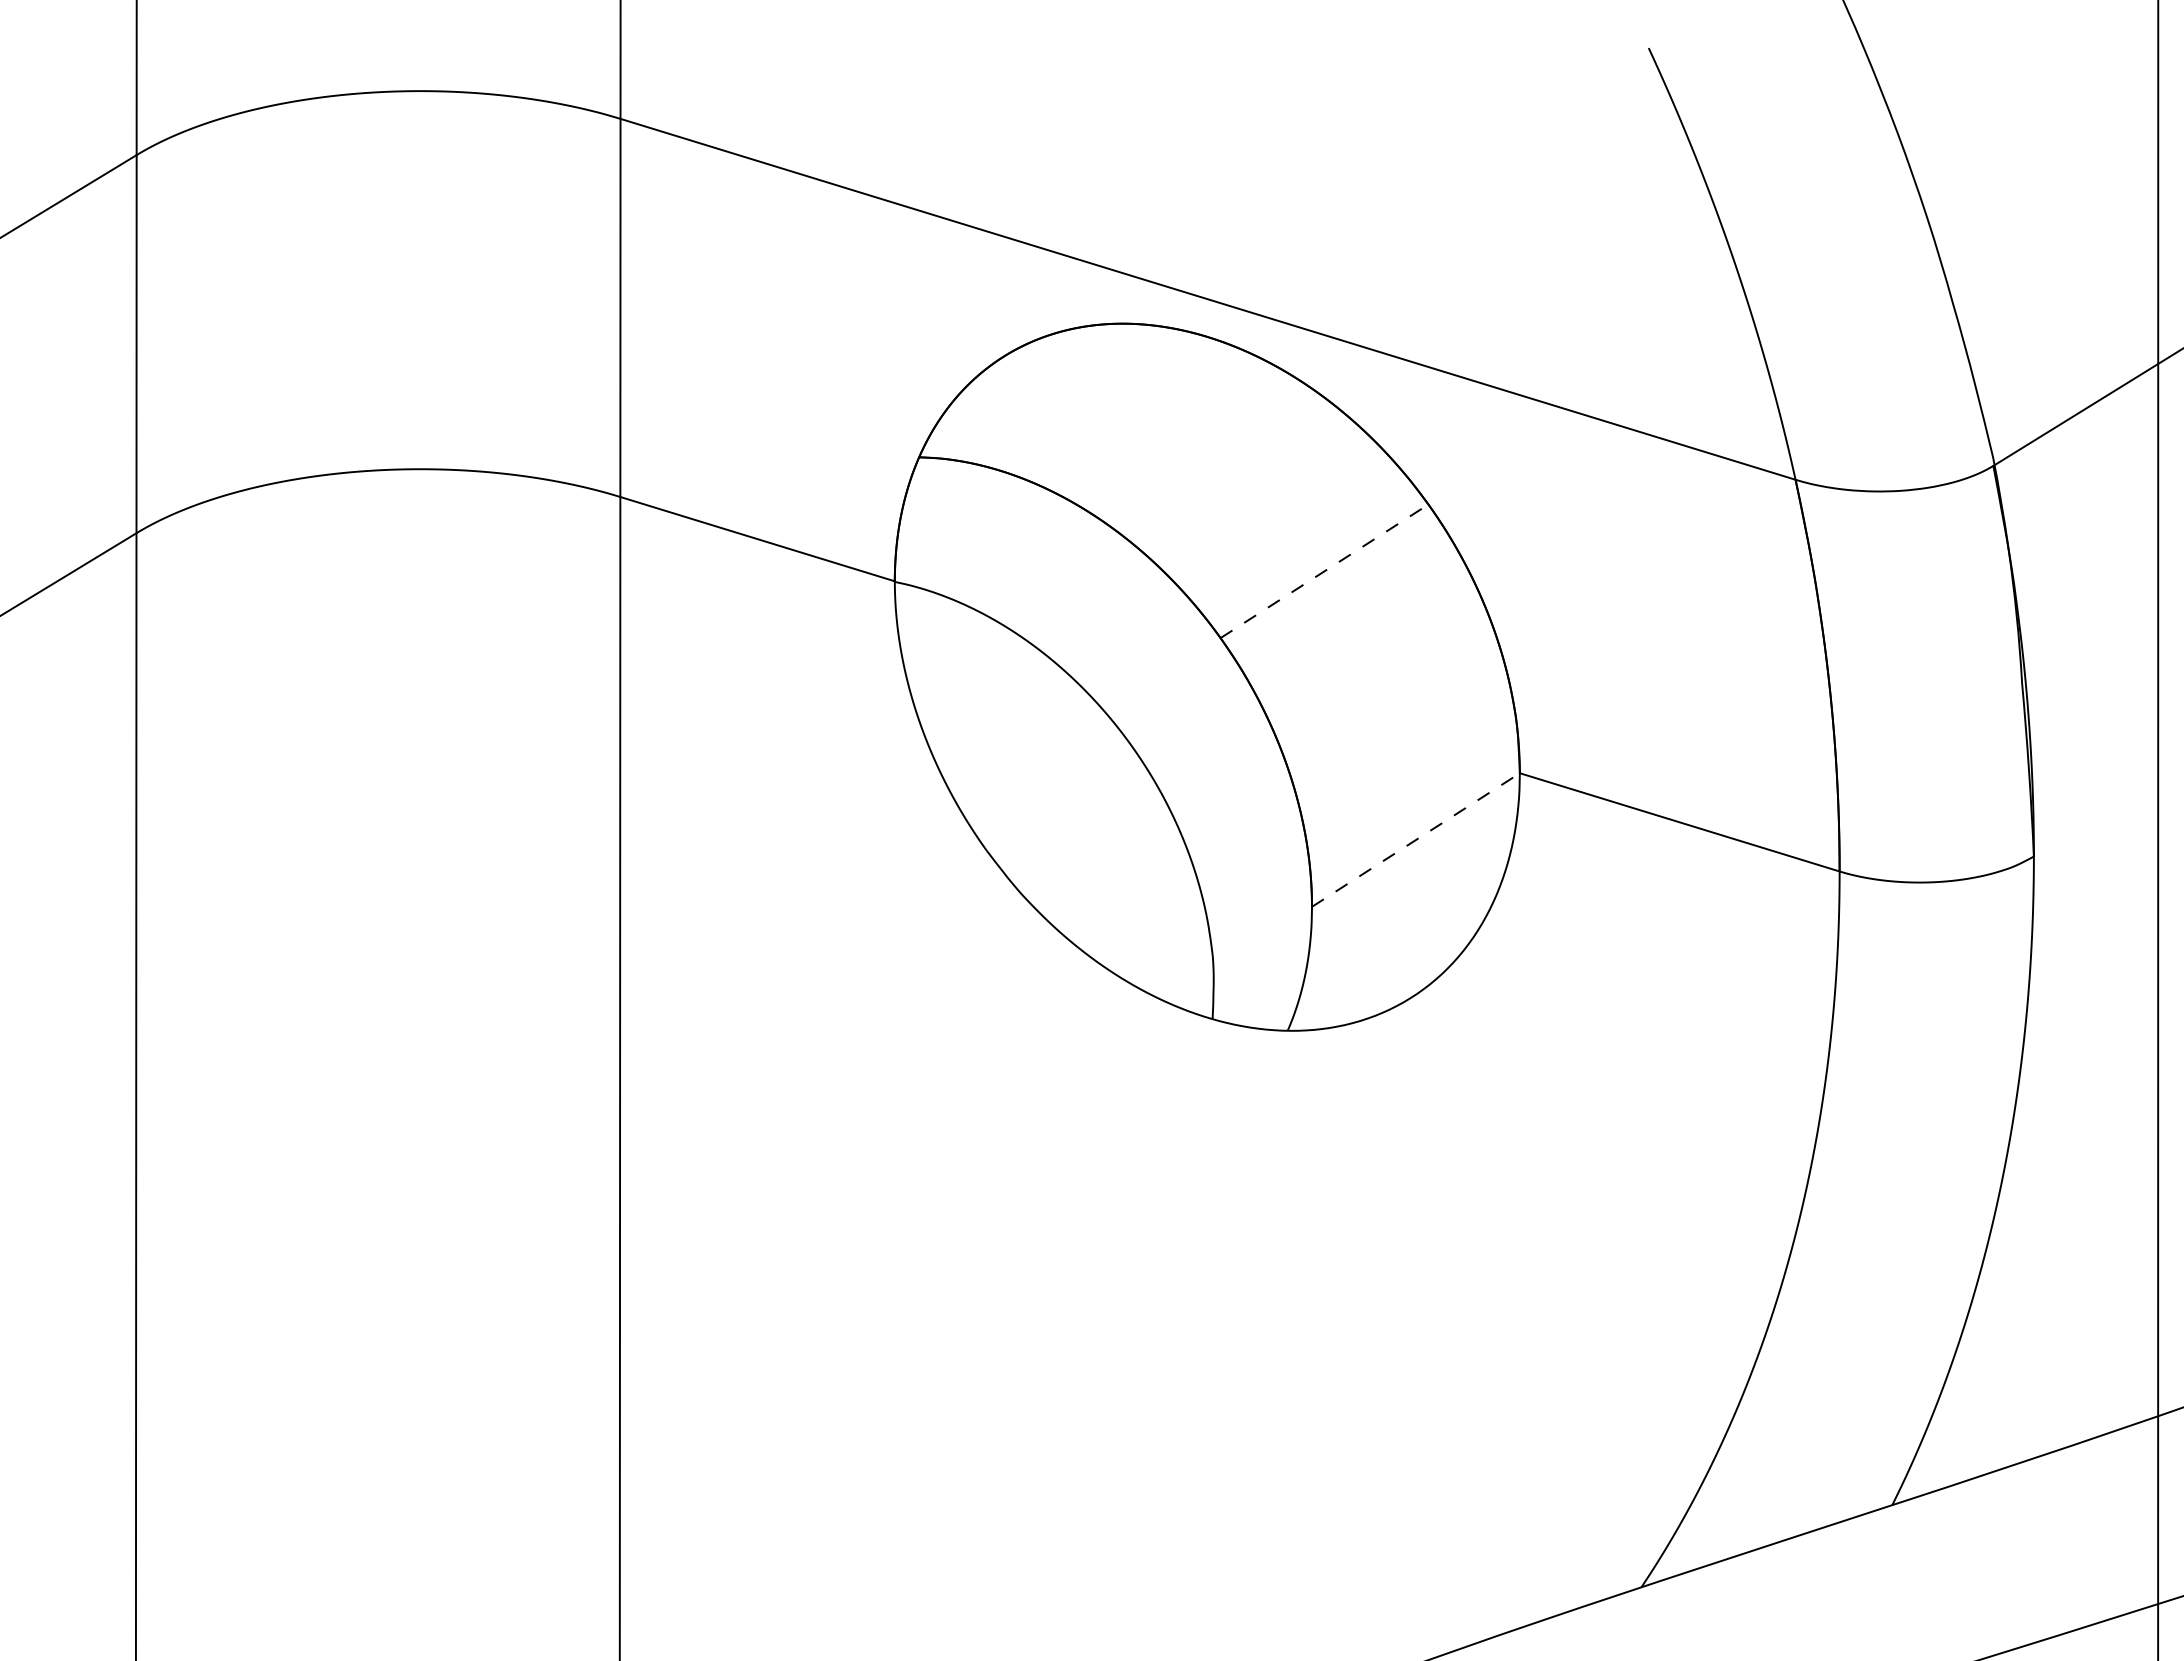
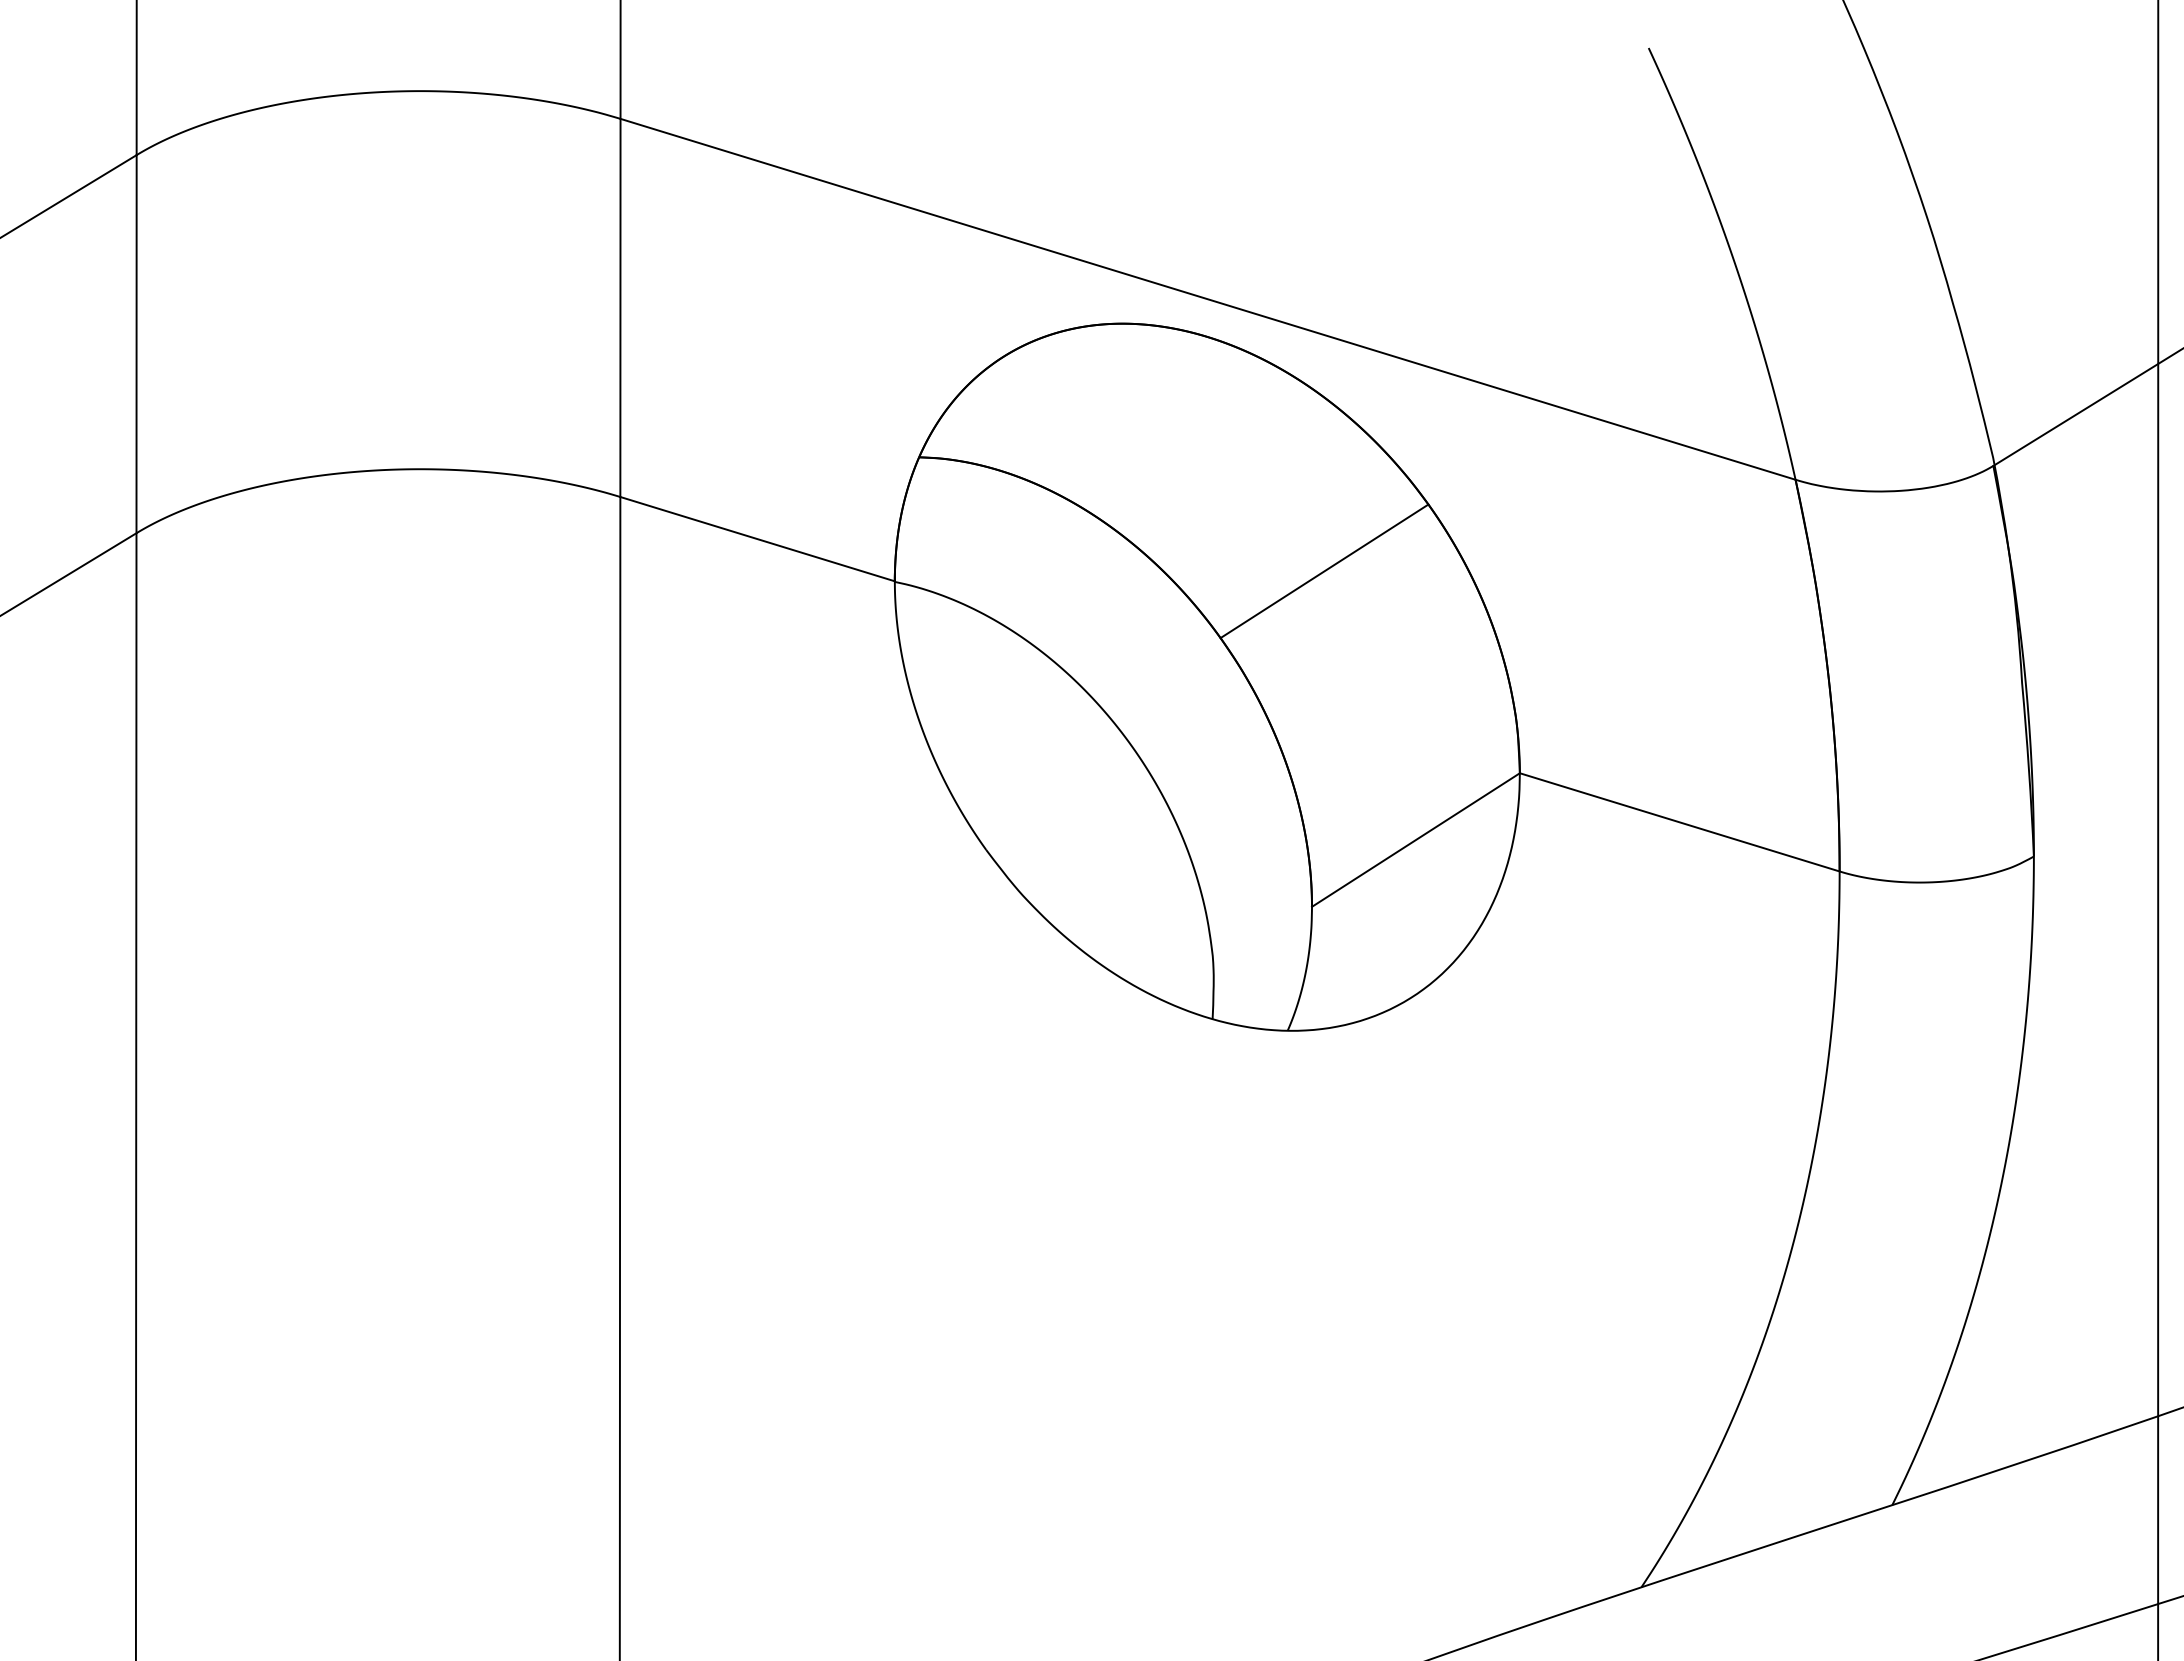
line at (1324, 571): dashed -> solid
line at (1415, 840): dashed -> solid
